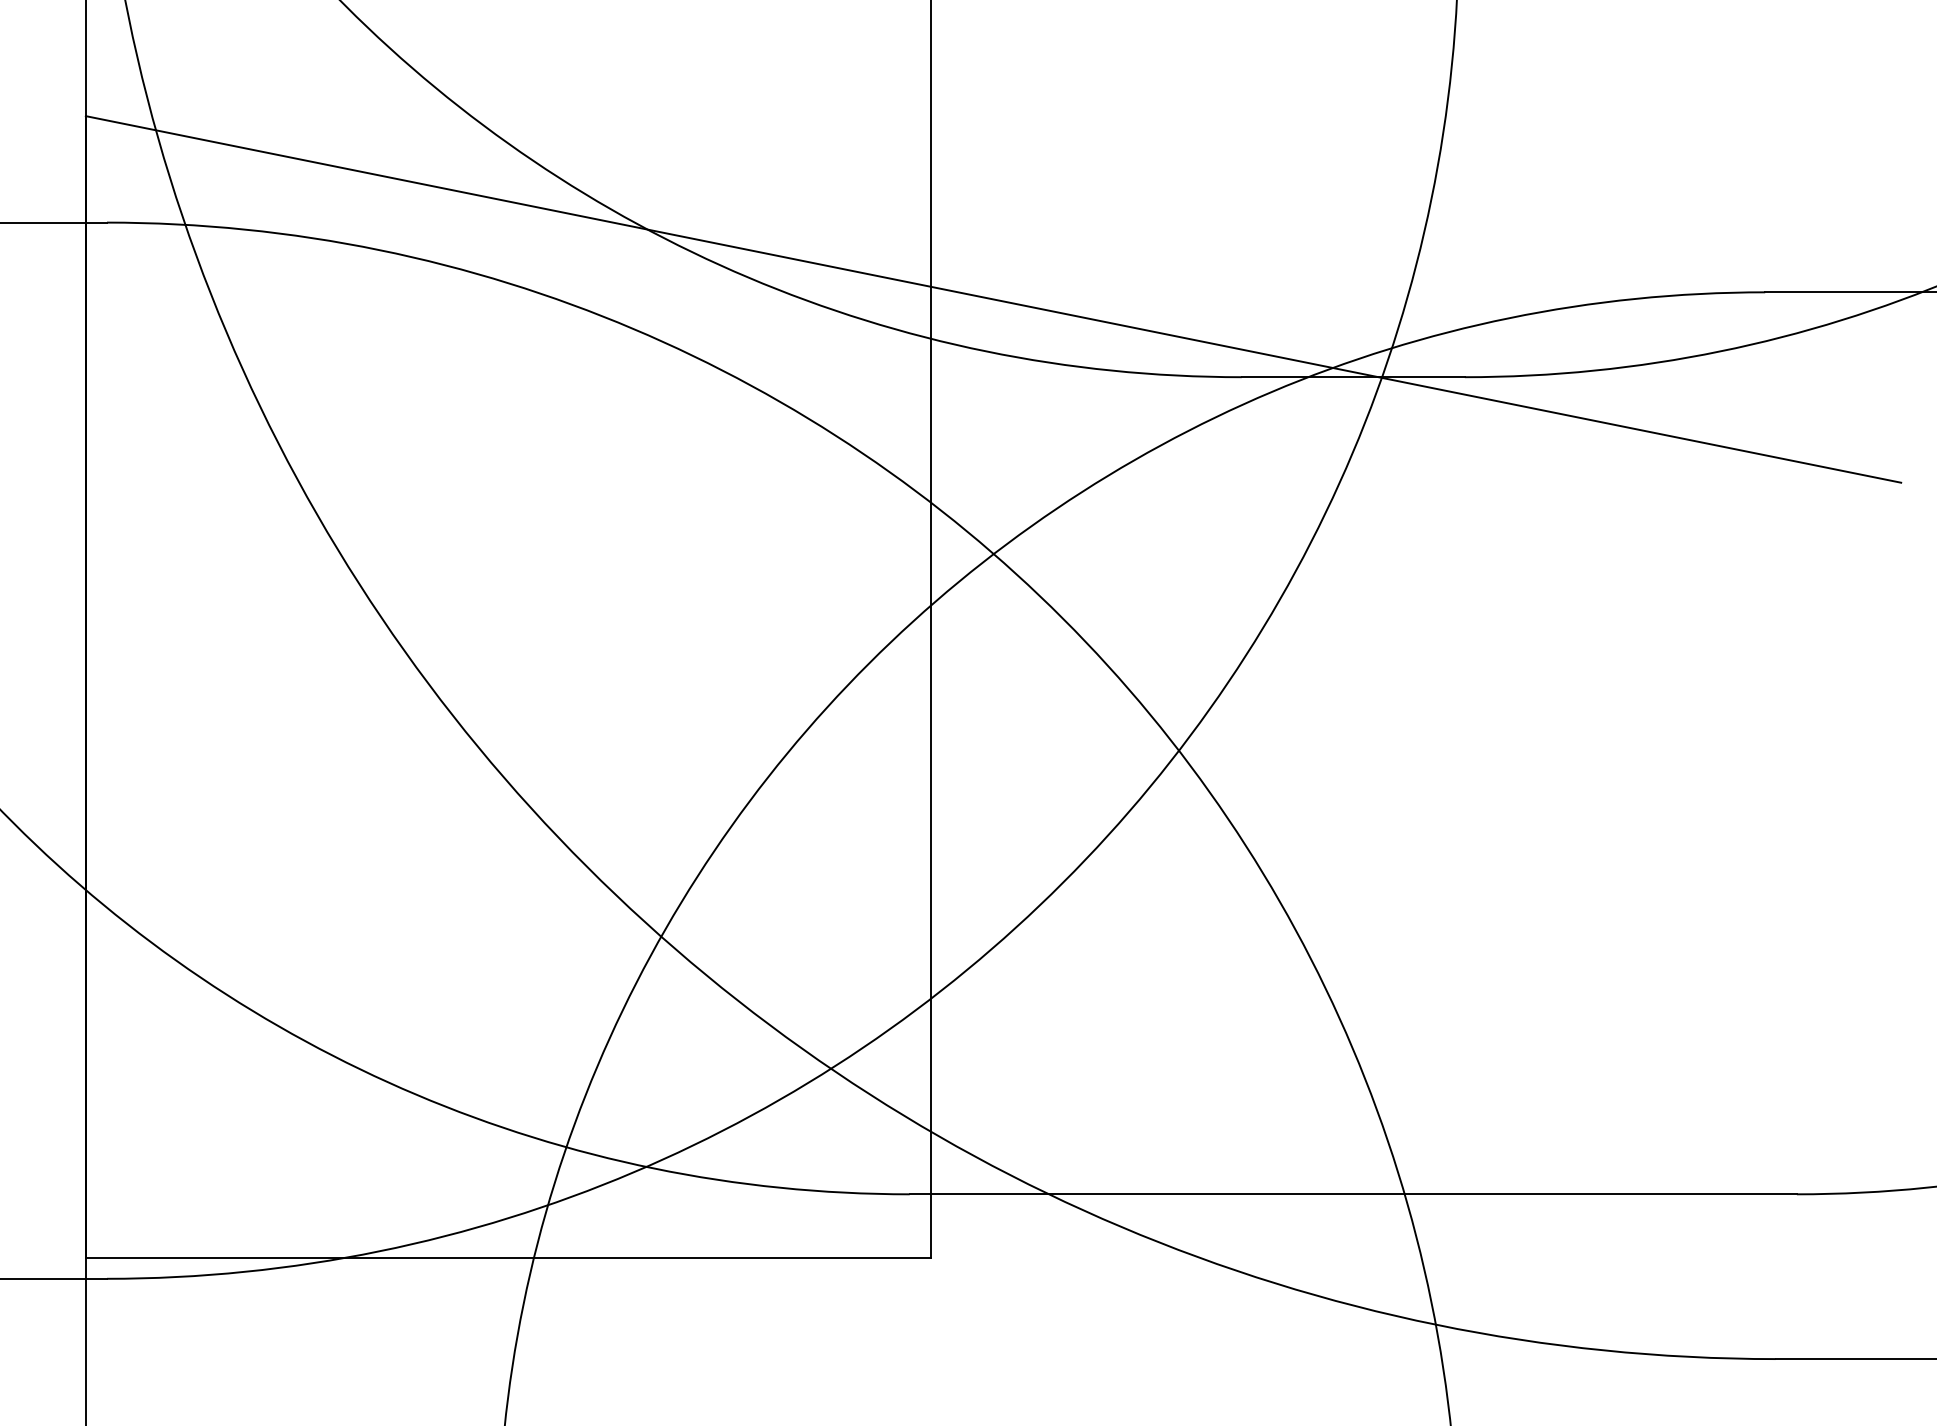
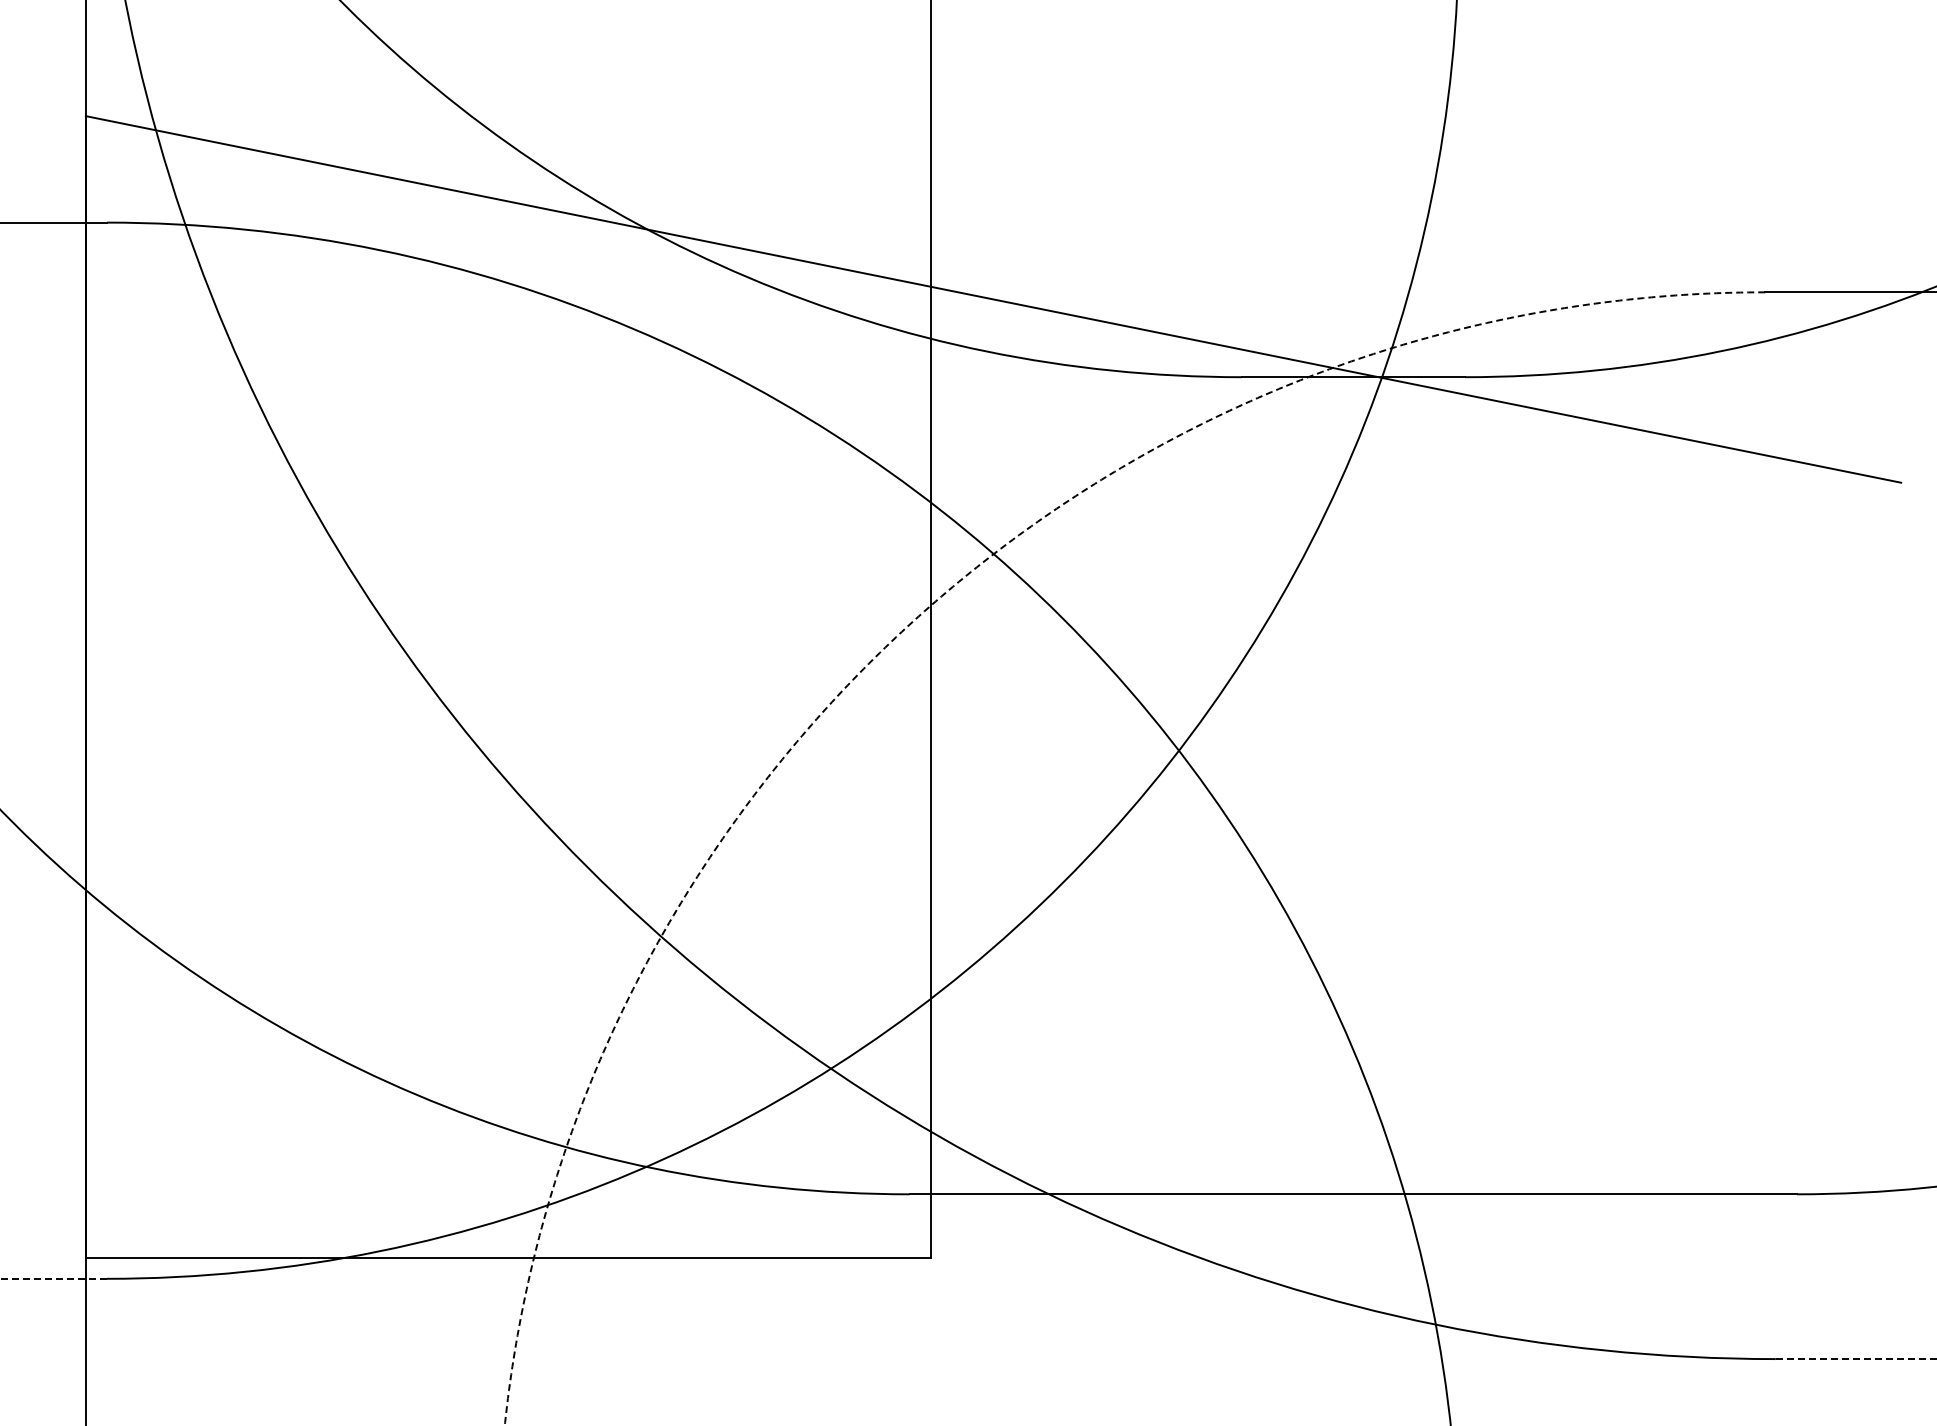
arc at (917, 617): solid -> dashed
line at (53, 1278): solid -> dashed
line at (1855, 1359): solid -> dashed
